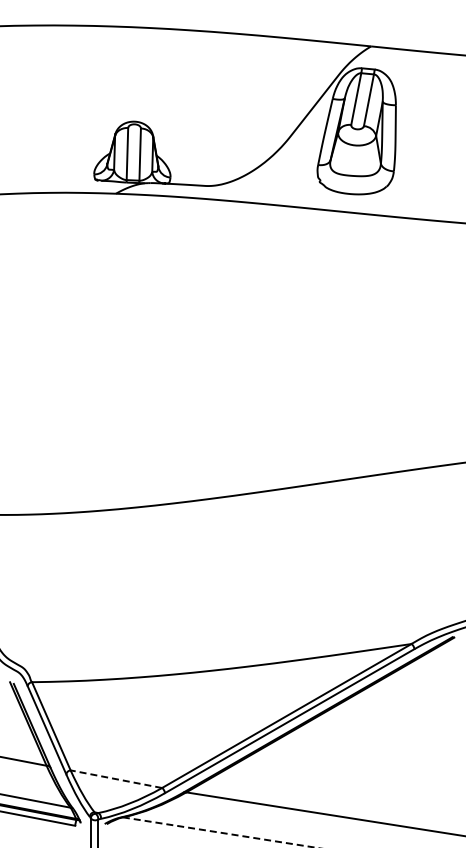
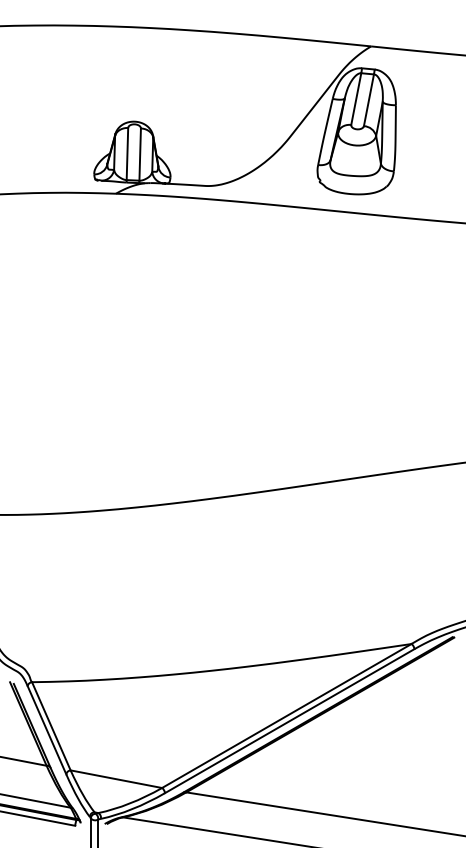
line at (116, 779): dashed -> solid
line at (220, 832): dashed -> solid
